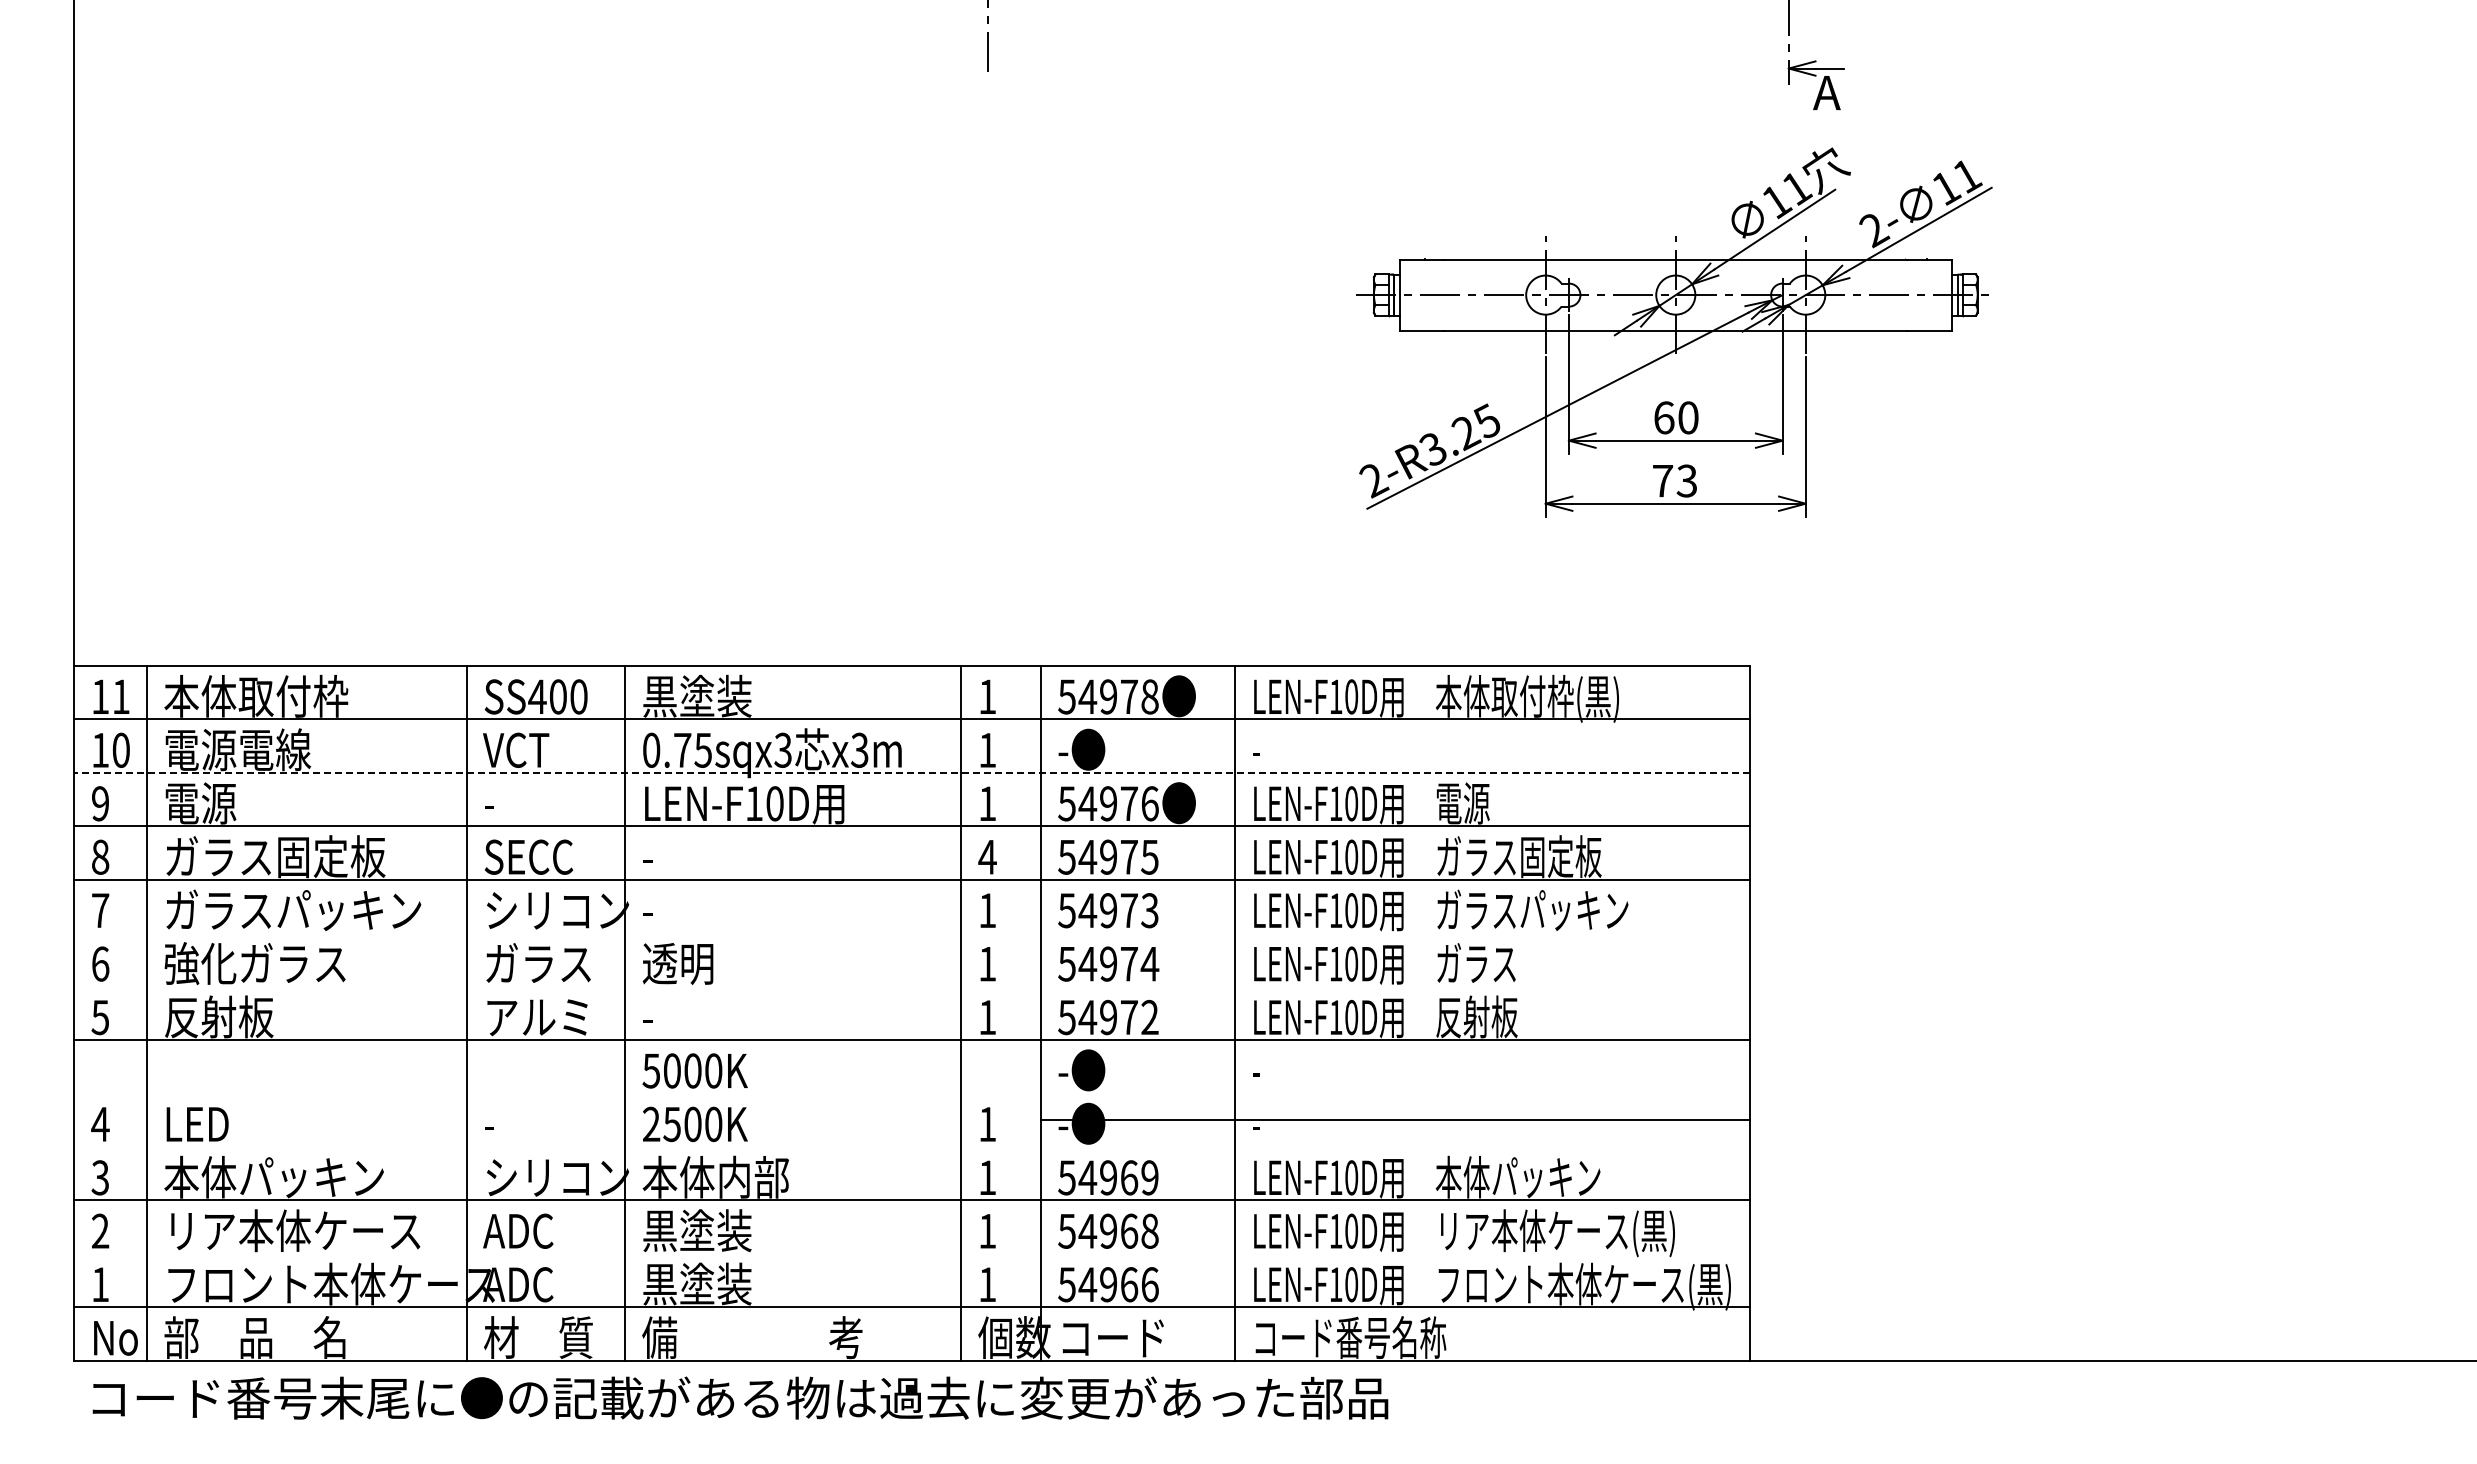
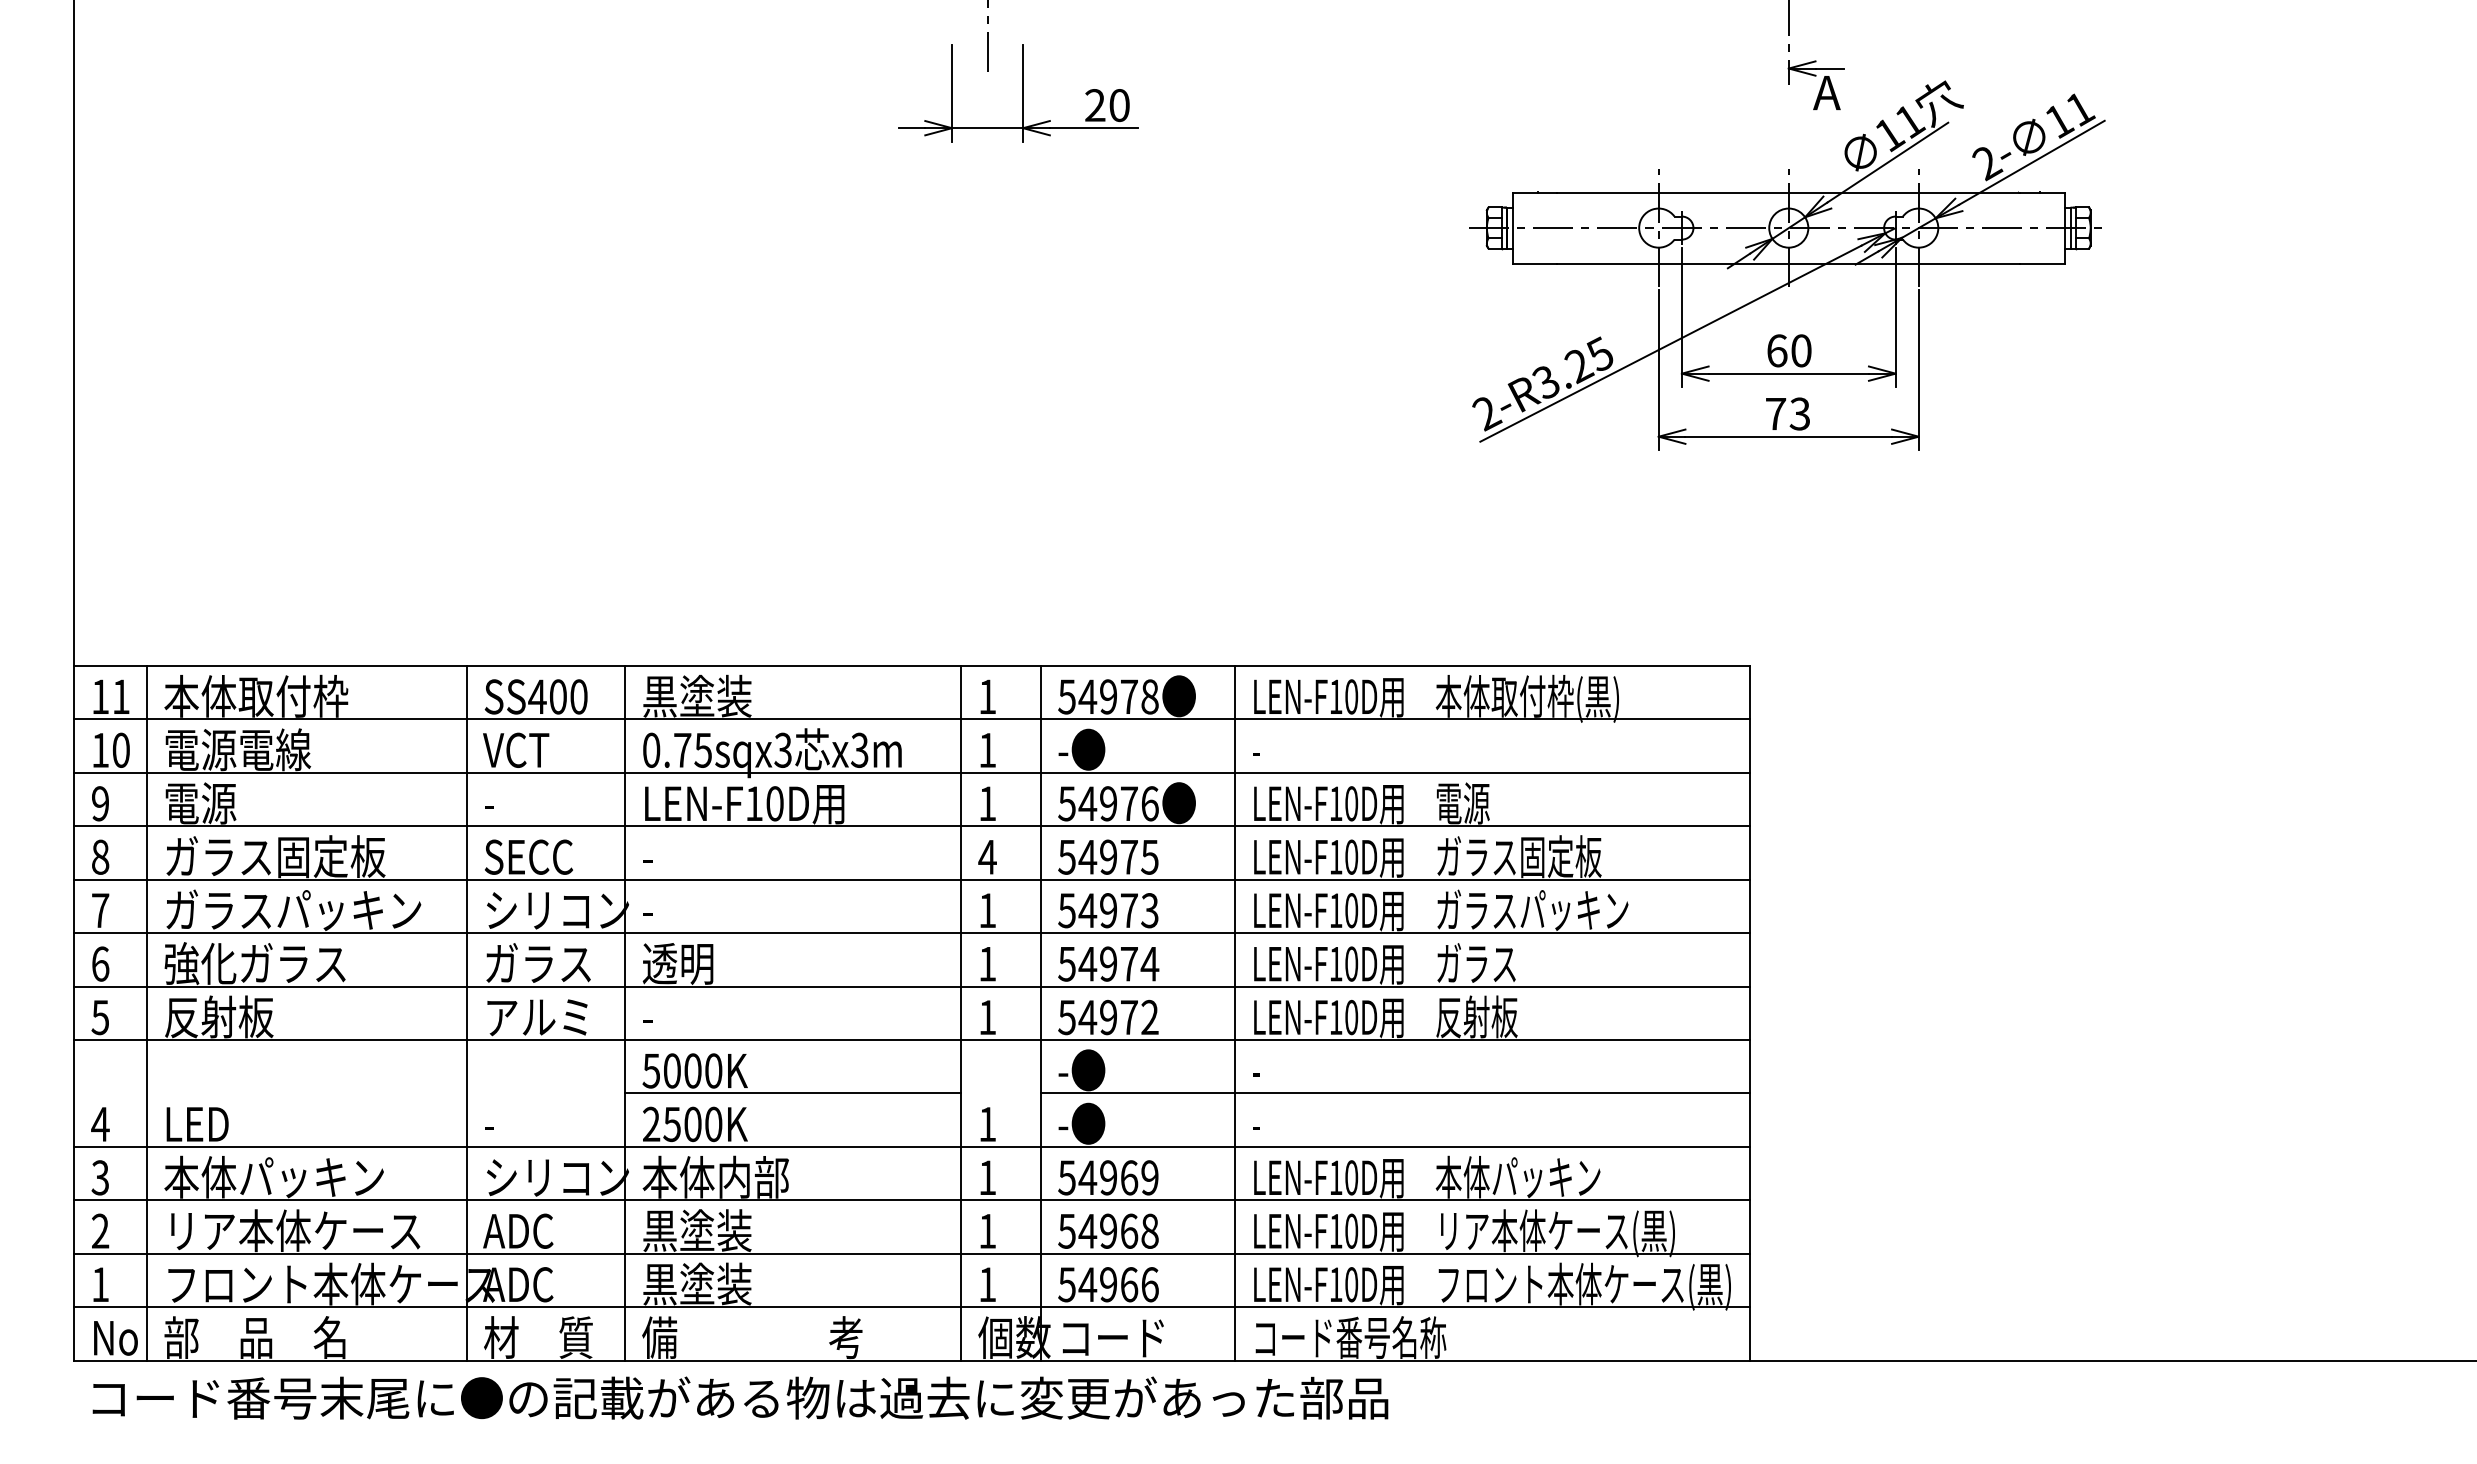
part at (1018, 93): none -> present
part at (1674, 332) position: (1674, 332) -> (1787, 265)
line at (912, 772): dashed -> solid
line at (911, 933): none -> present
line at (911, 986): none -> present
line at (793, 1093): none -> present
line at (1394, 1120) position: (1394, 1120) -> (1394, 1093)
line at (911, 1146): none -> present
line at (911, 1253): none -> present
